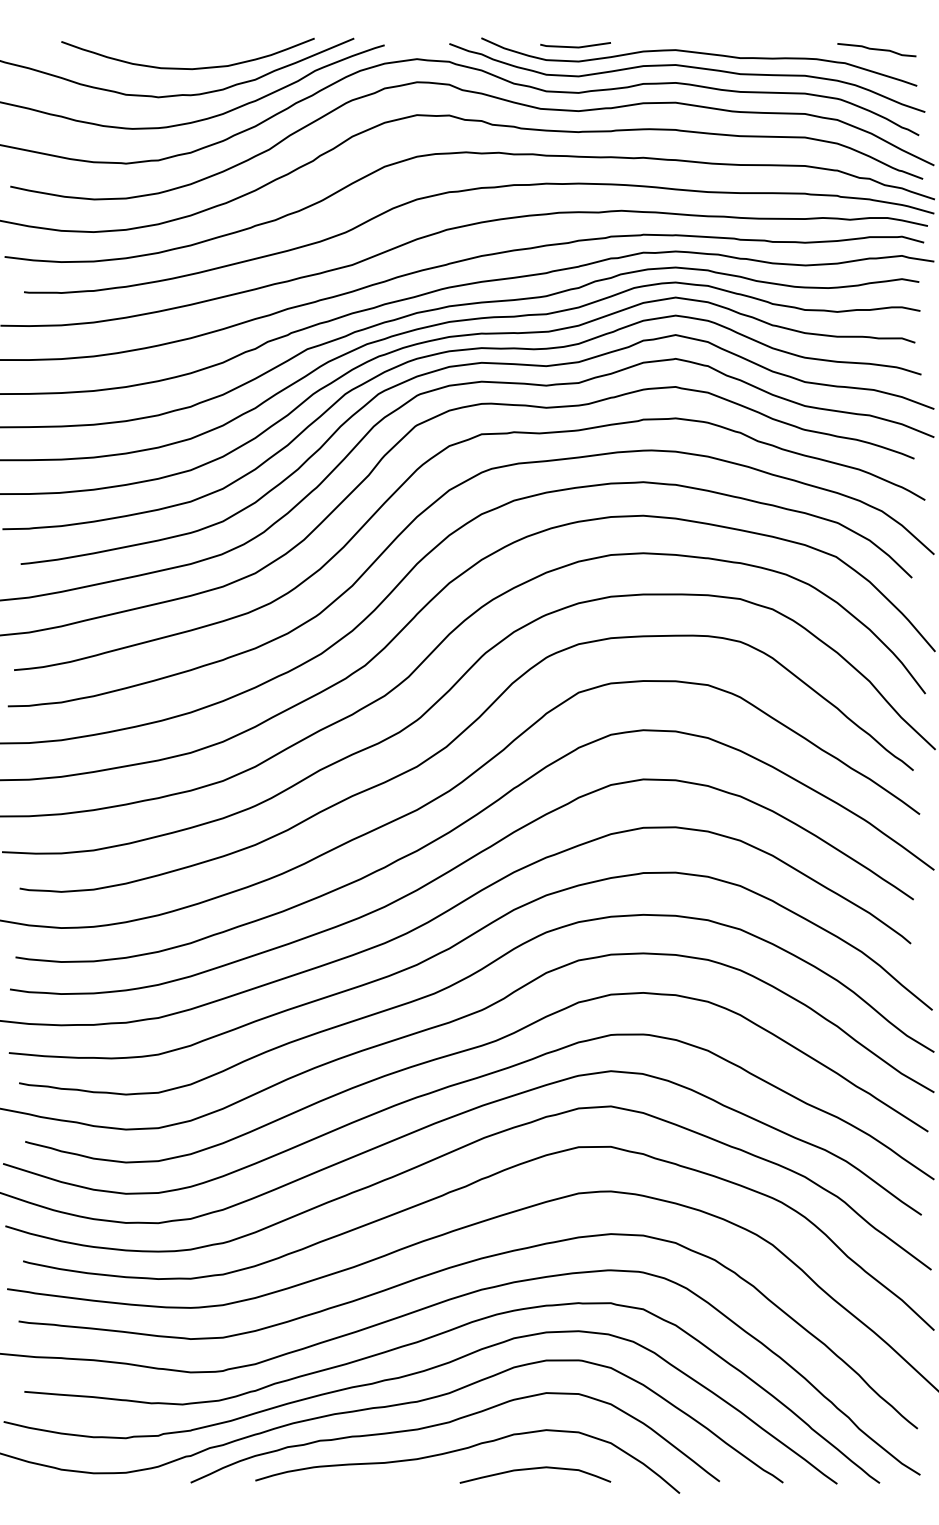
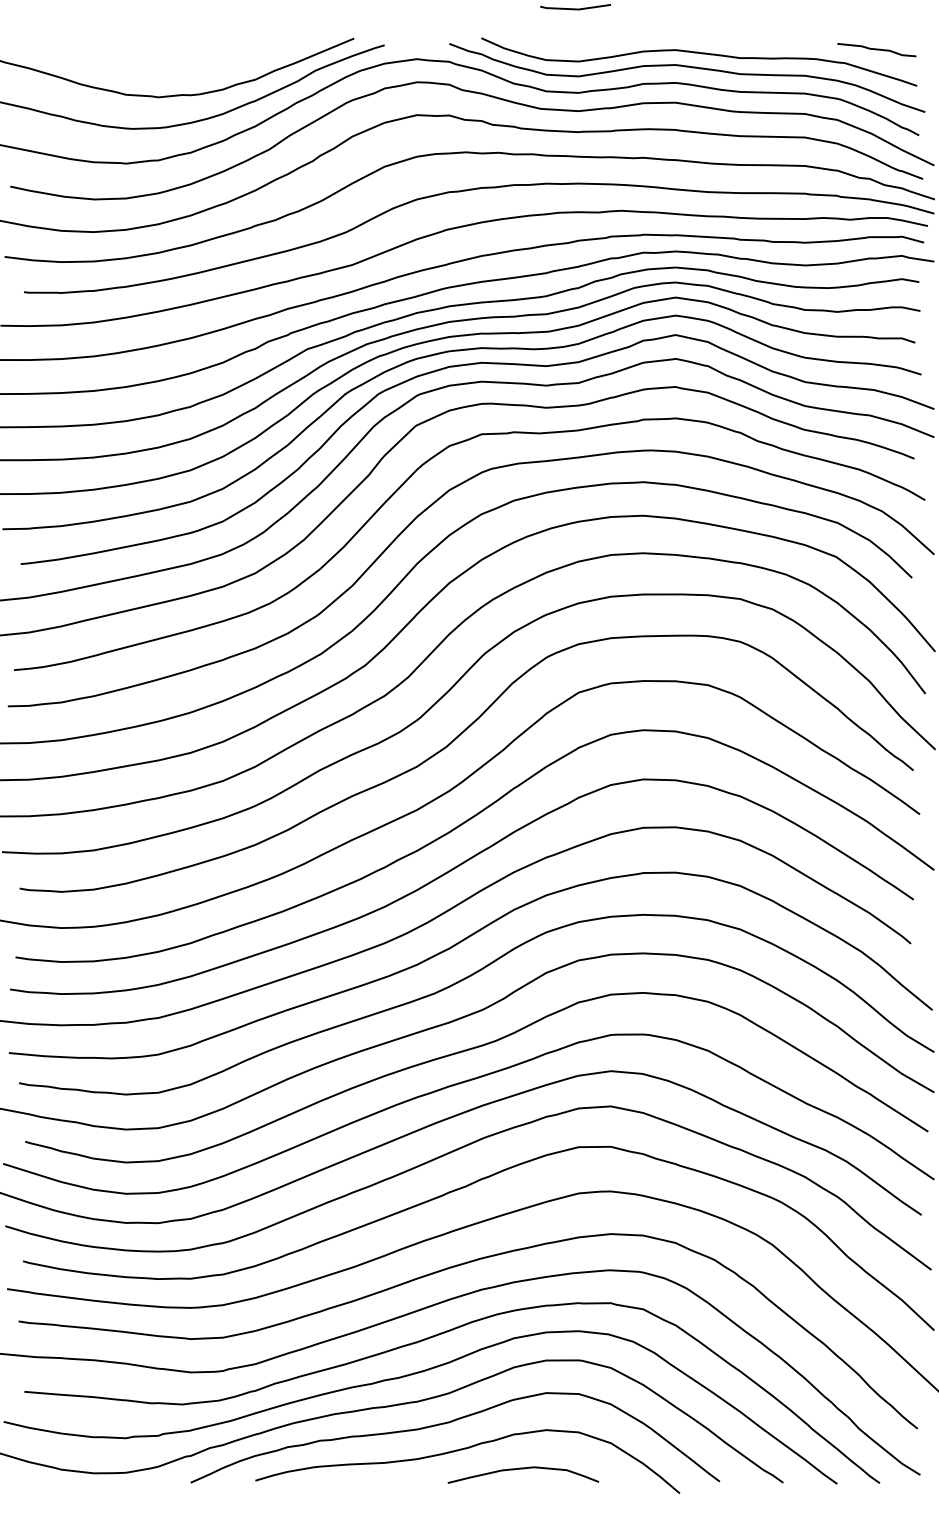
line at (575, 46) position: (575, 46) -> (575, 8)
curve at (187, 68): present -> none
curve at (535, 1469) position: (535, 1469) -> (523, 1469)
